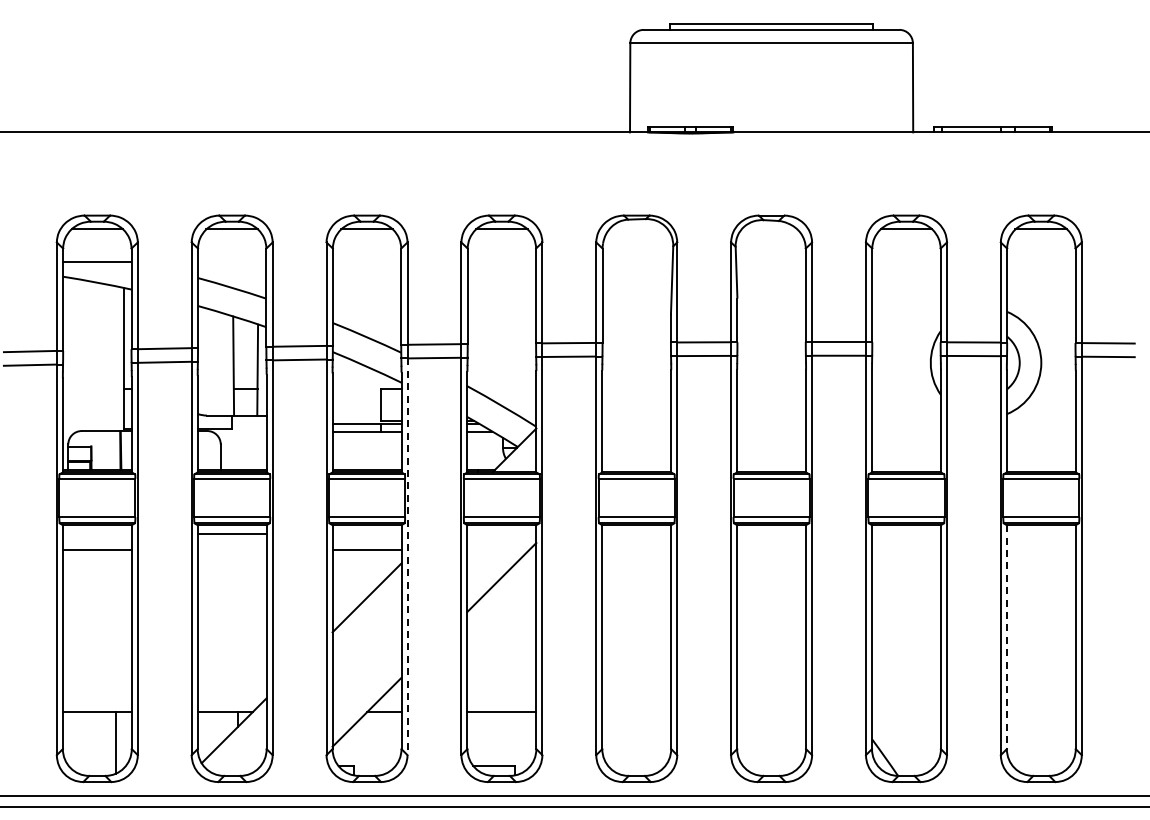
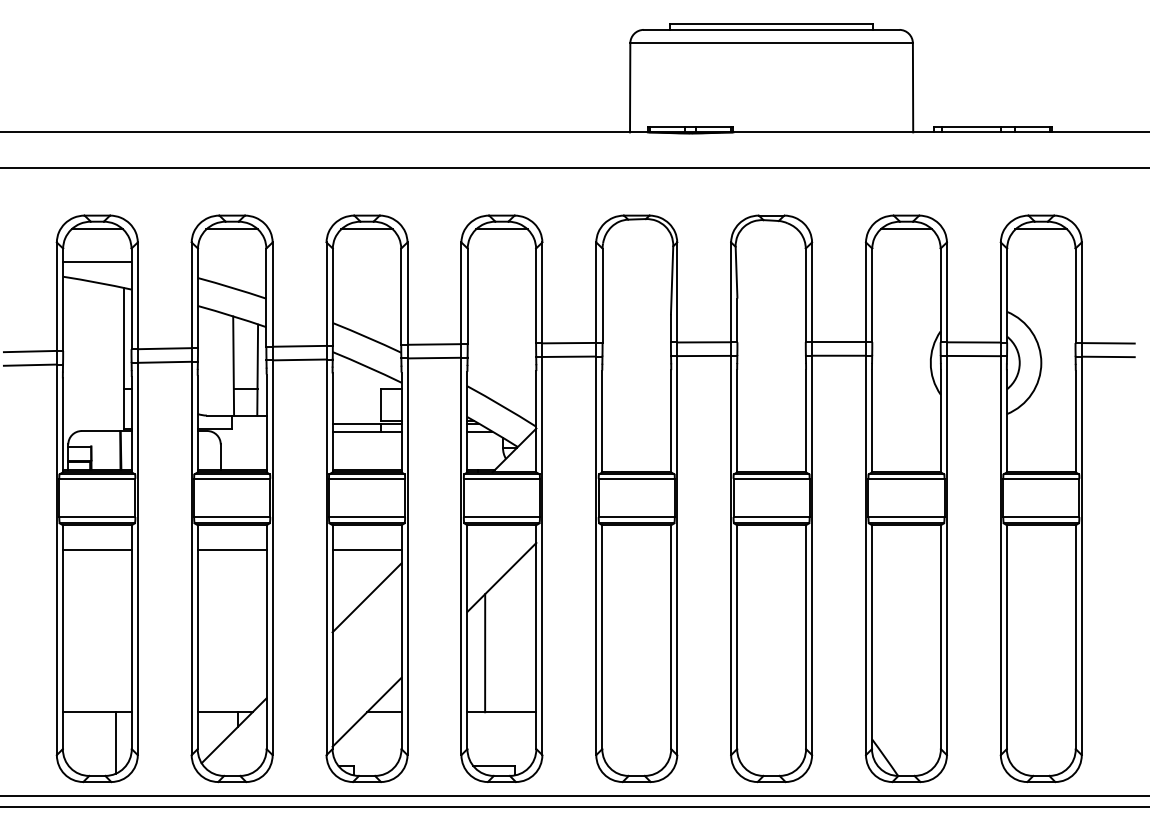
line at (574, 167): none -> present
line at (231, 534) position: (231, 534) -> (231, 550)
line at (407, 557): dashed -> solid
line at (1006, 637): dashed -> solid
line at (485, 653): none -> present
